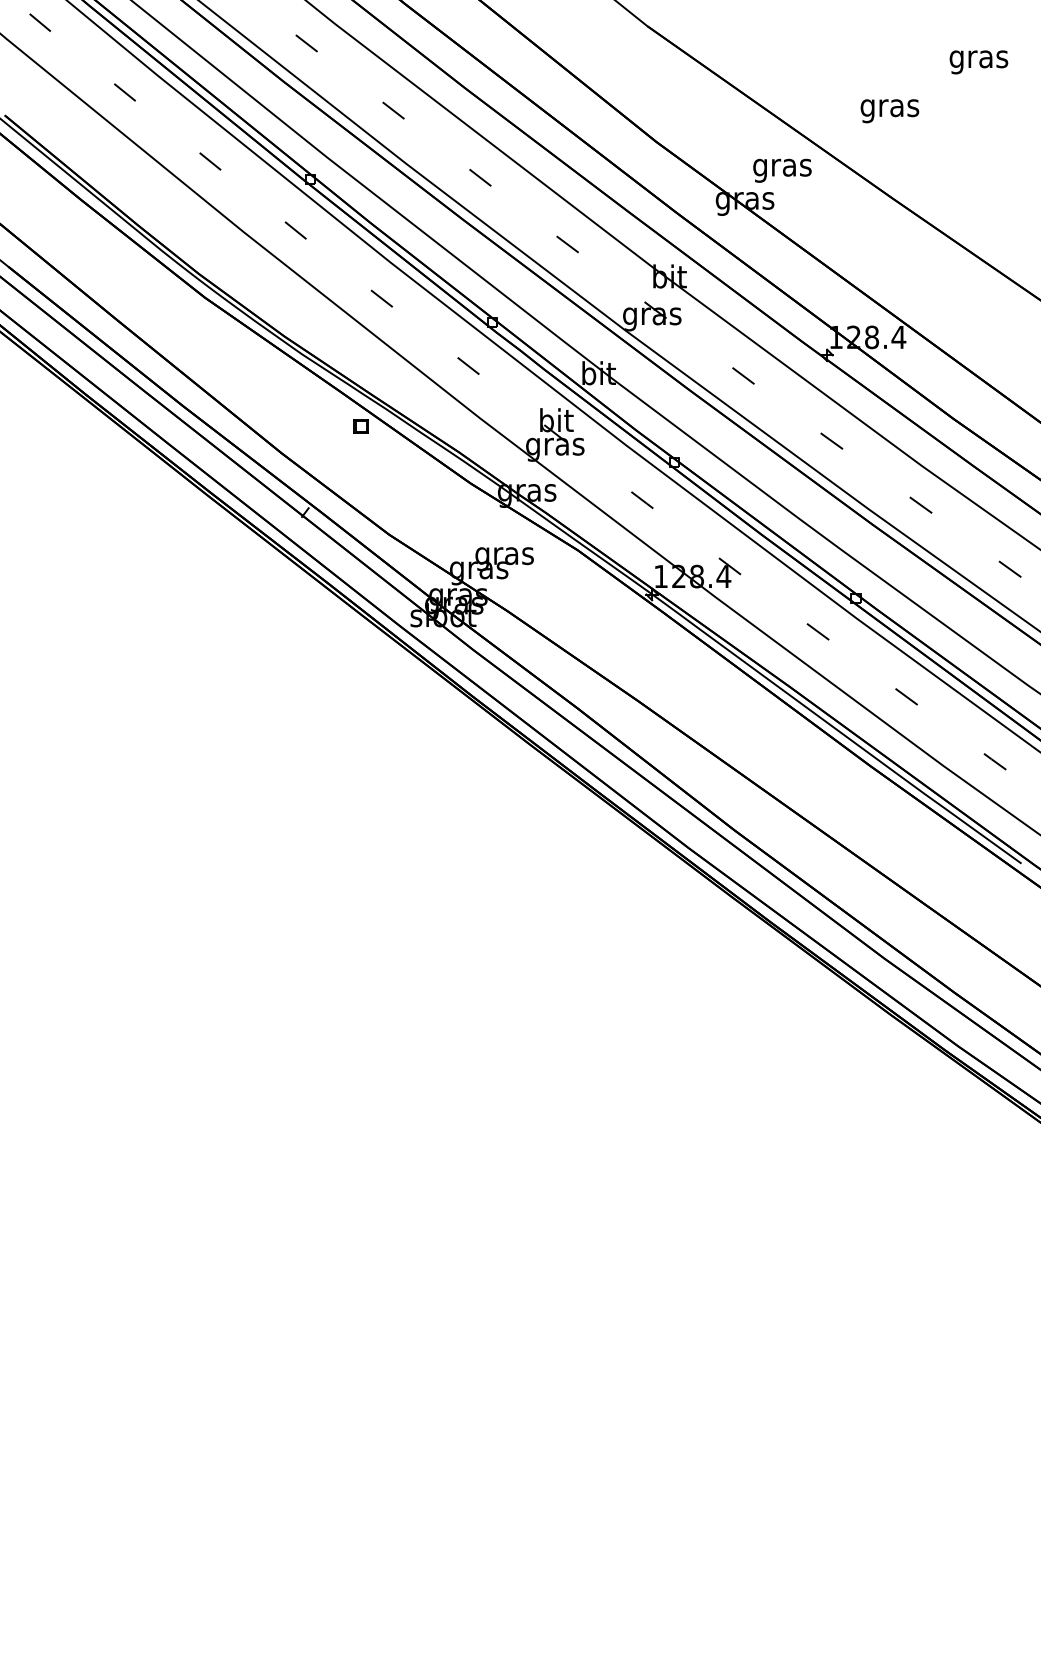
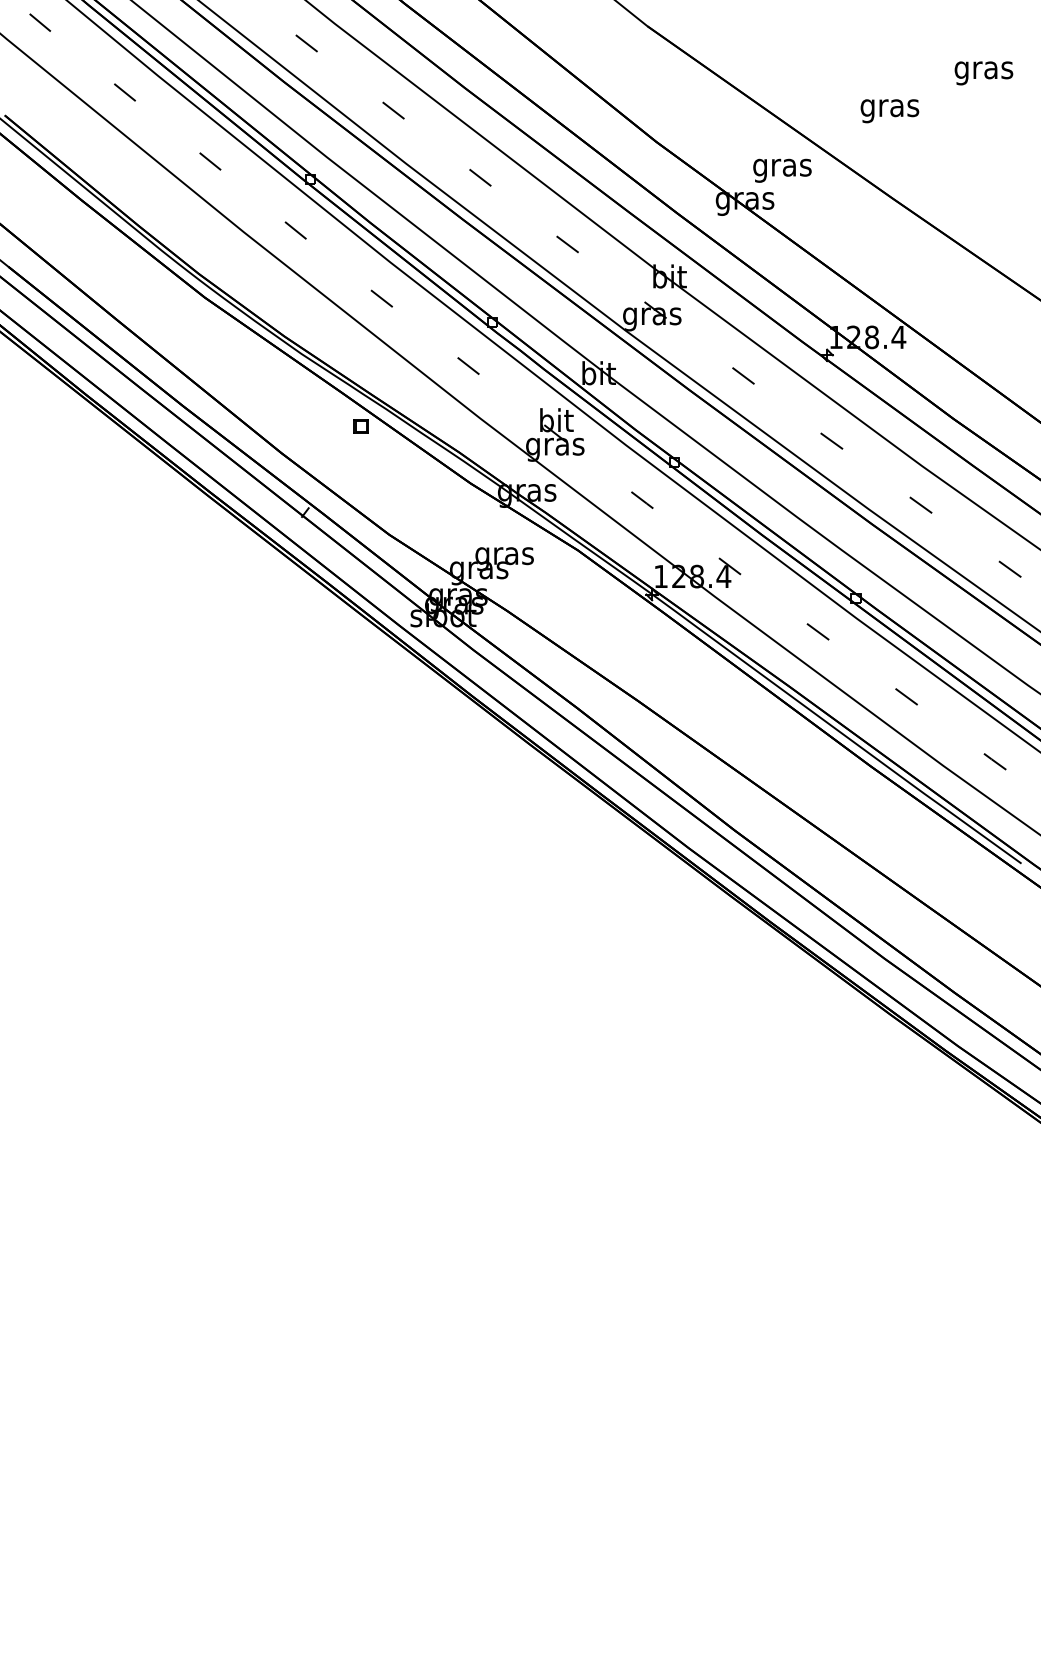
text at (978, 62) position: (978, 62) -> (983, 73)
